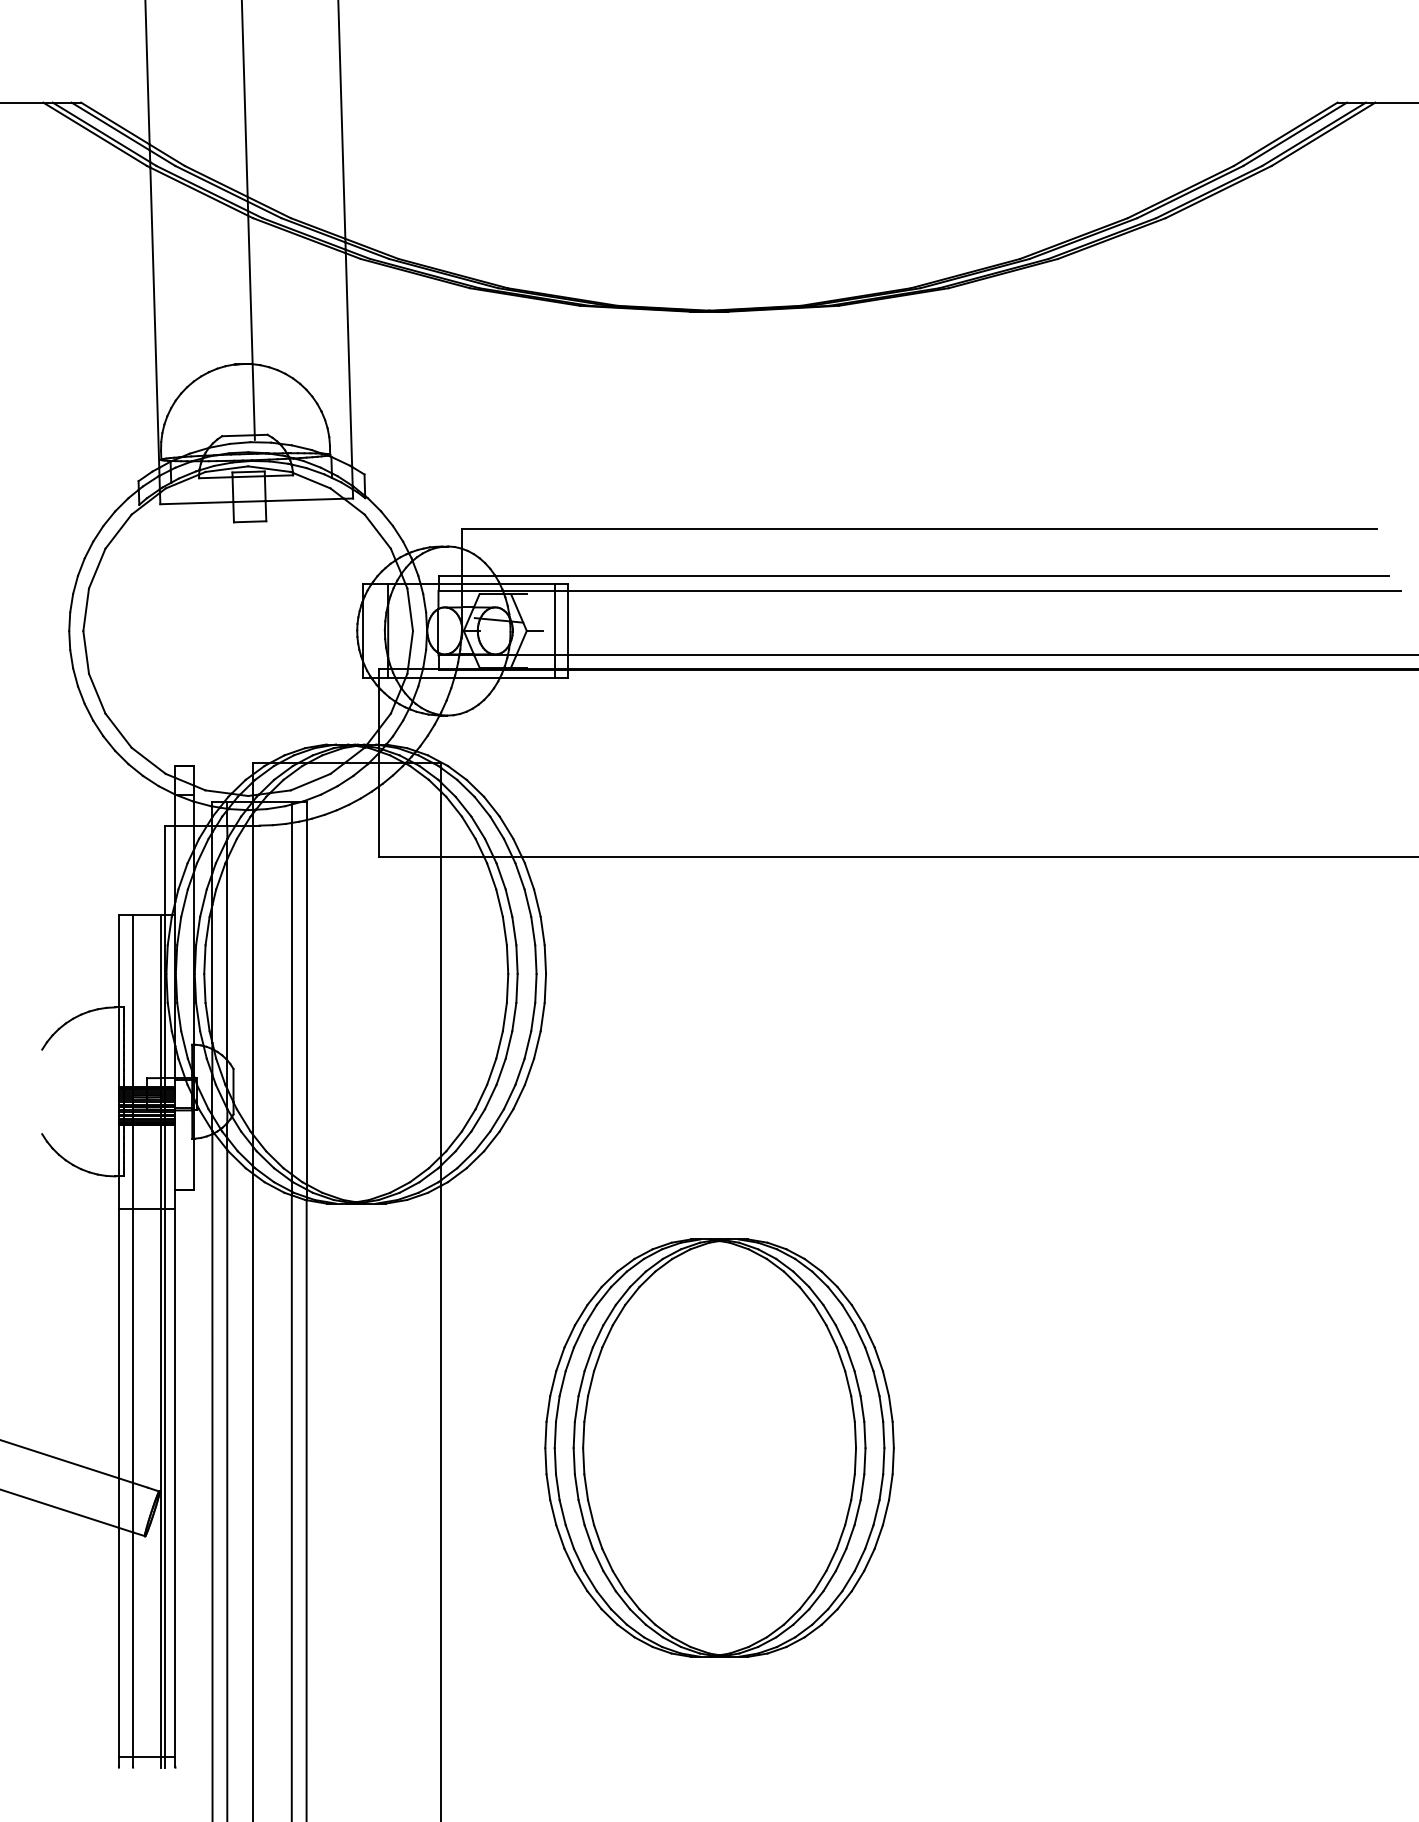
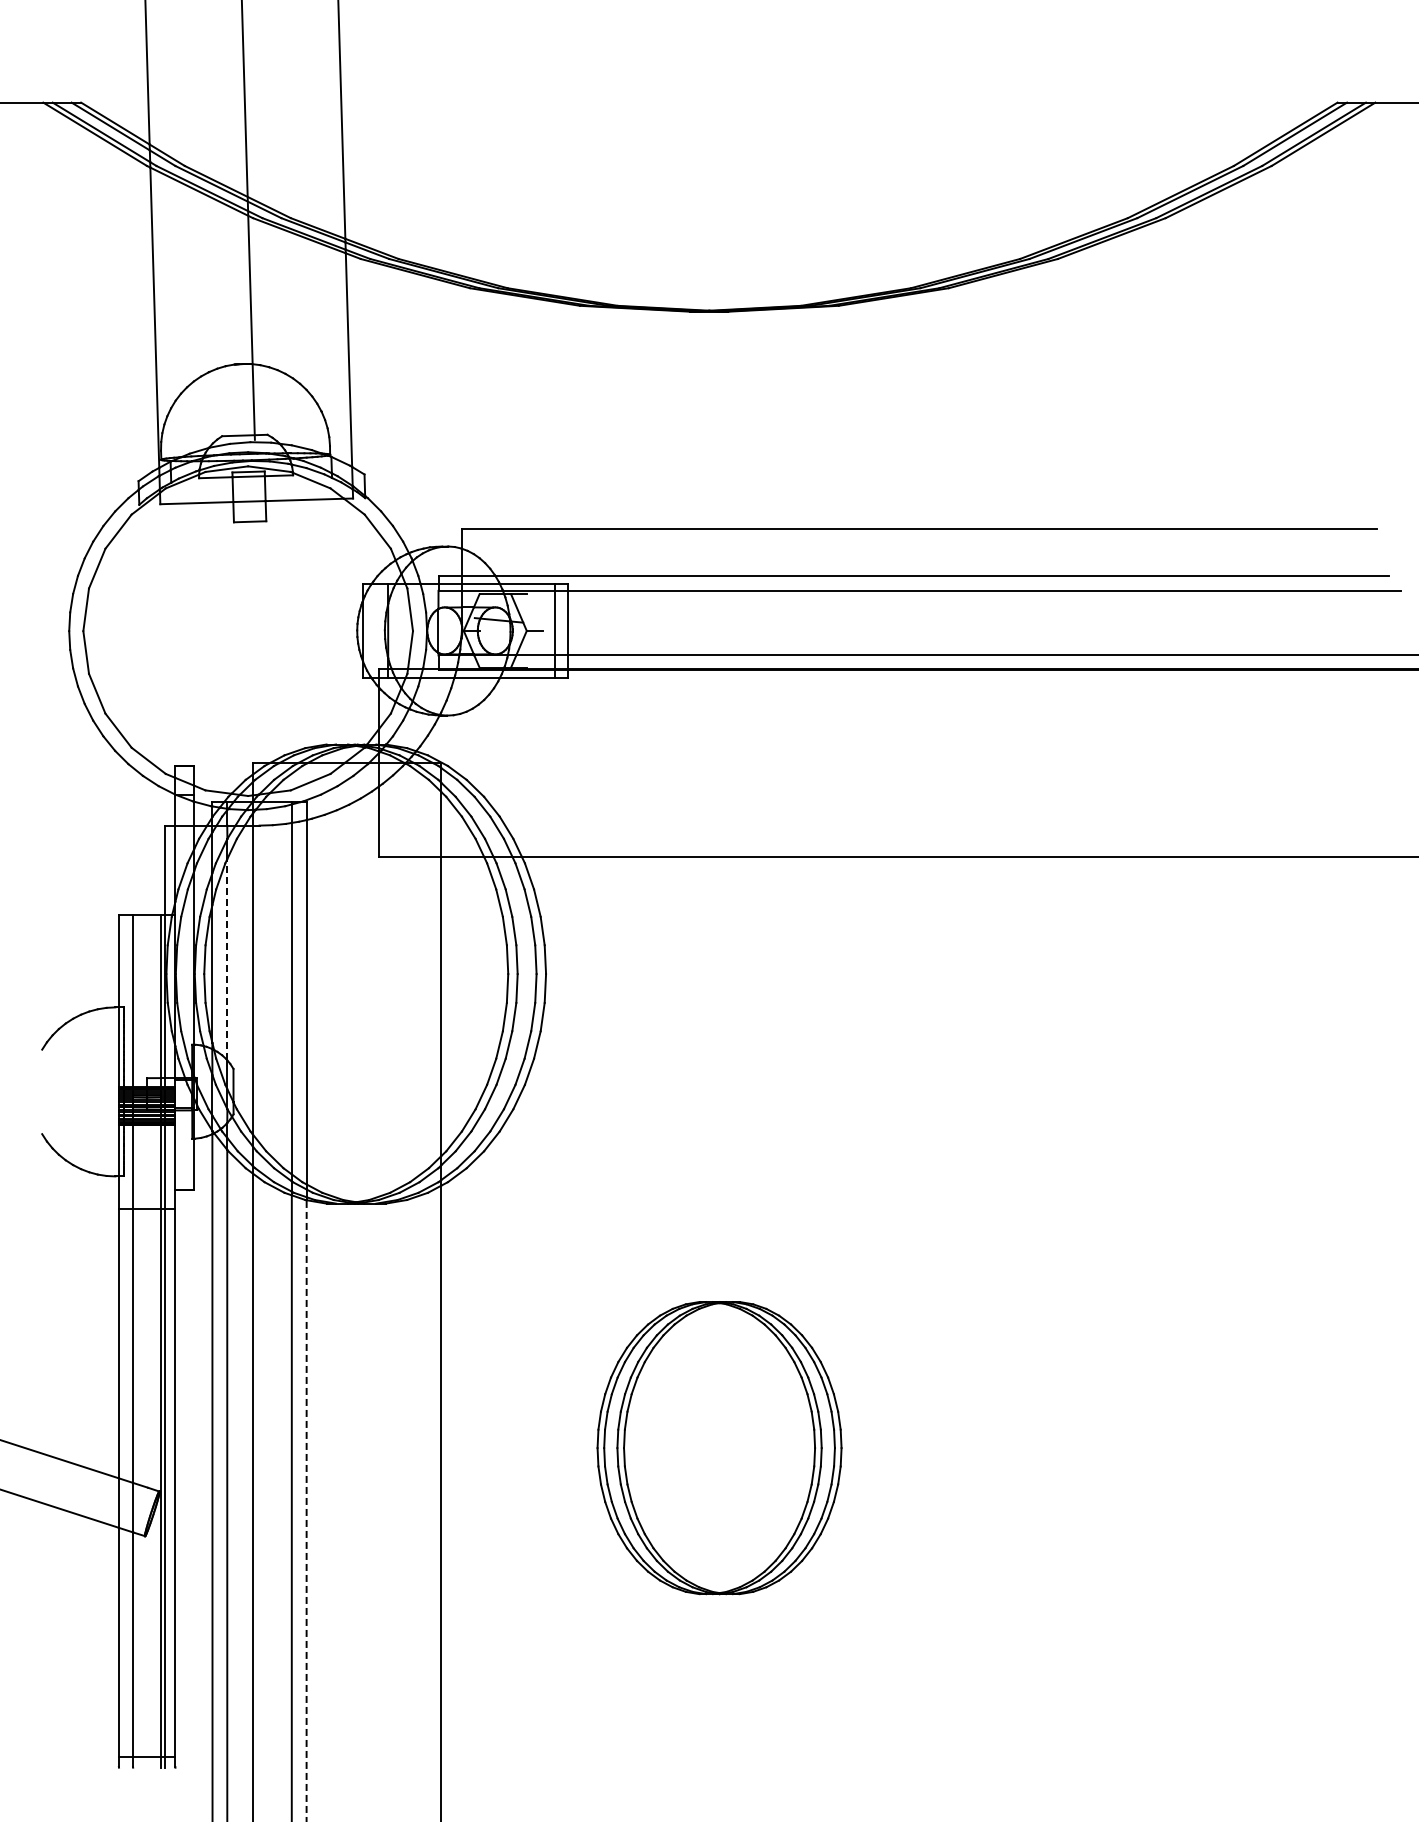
line at (227, 959): solid -> dashed
part at (719, 1447) size: 351x420 px -> 247x295 px
line at (306, 1510): solid -> dashed
